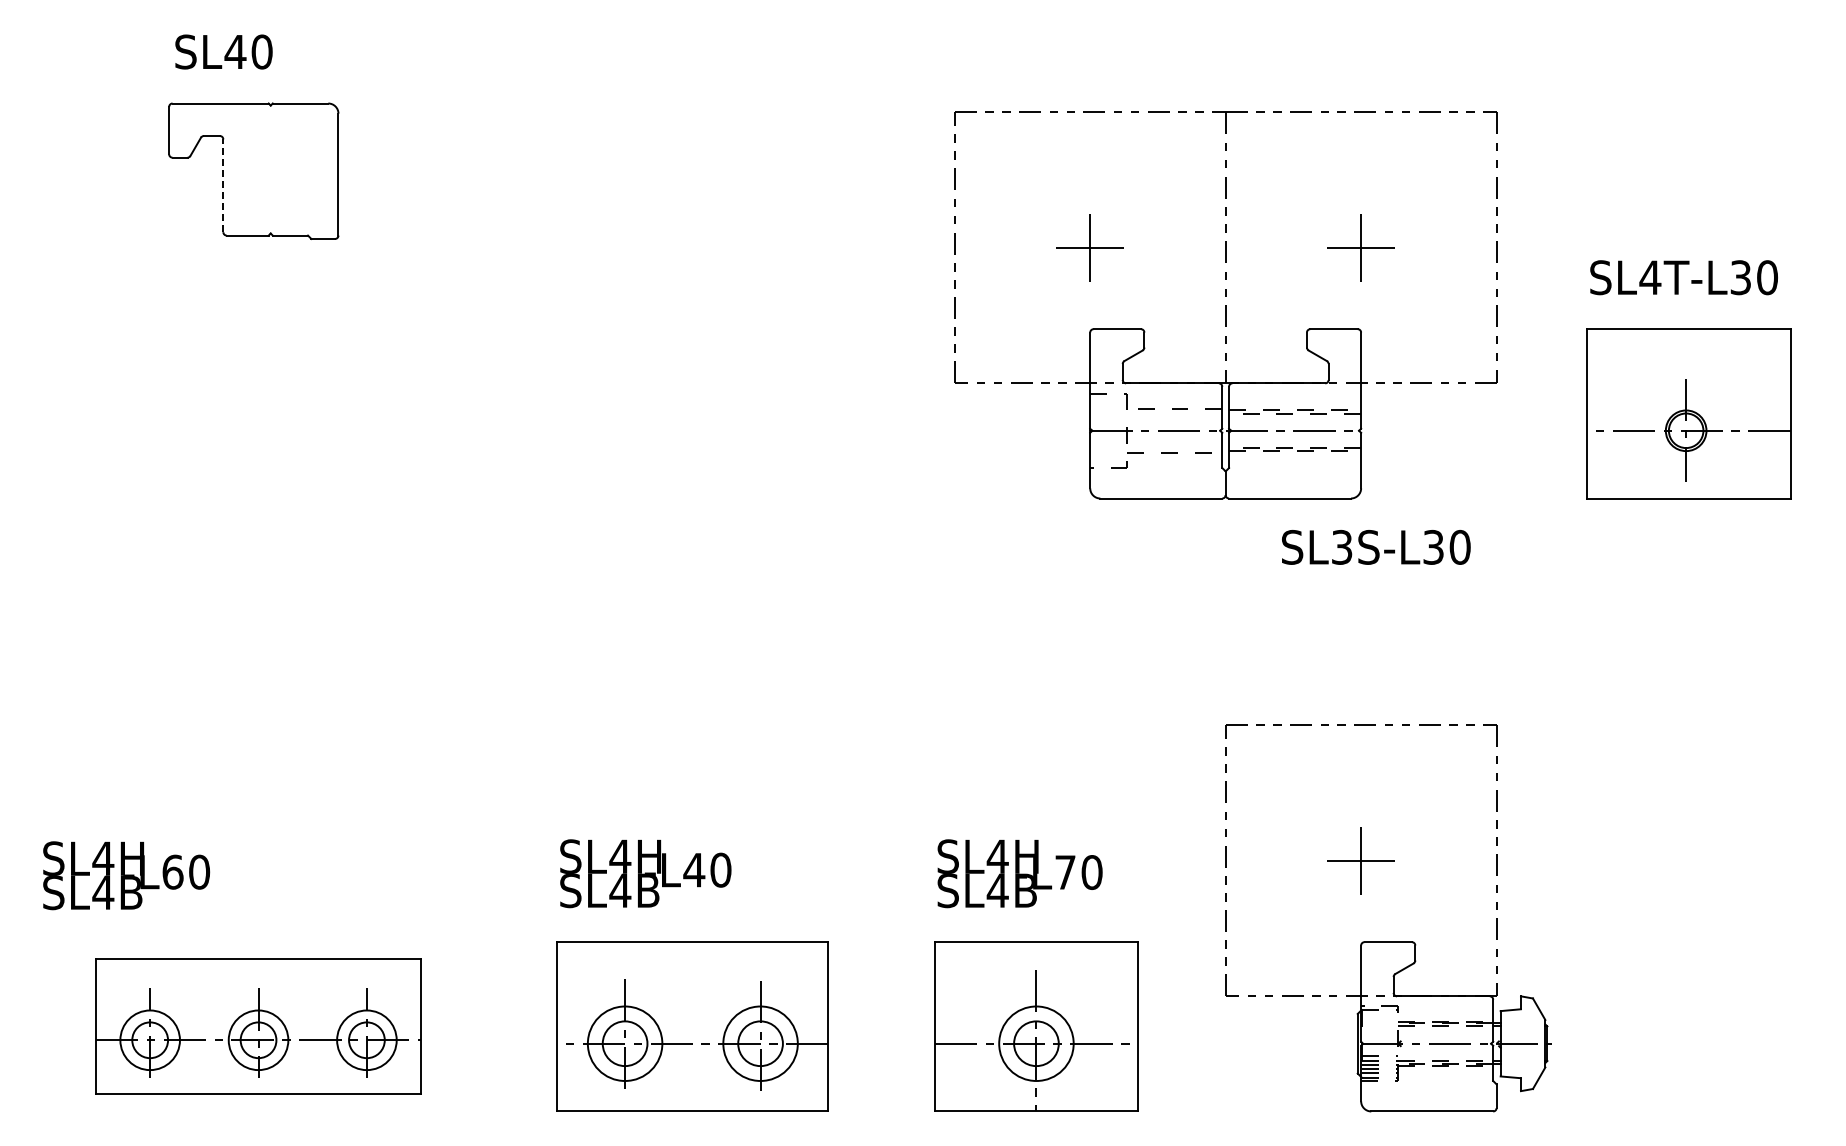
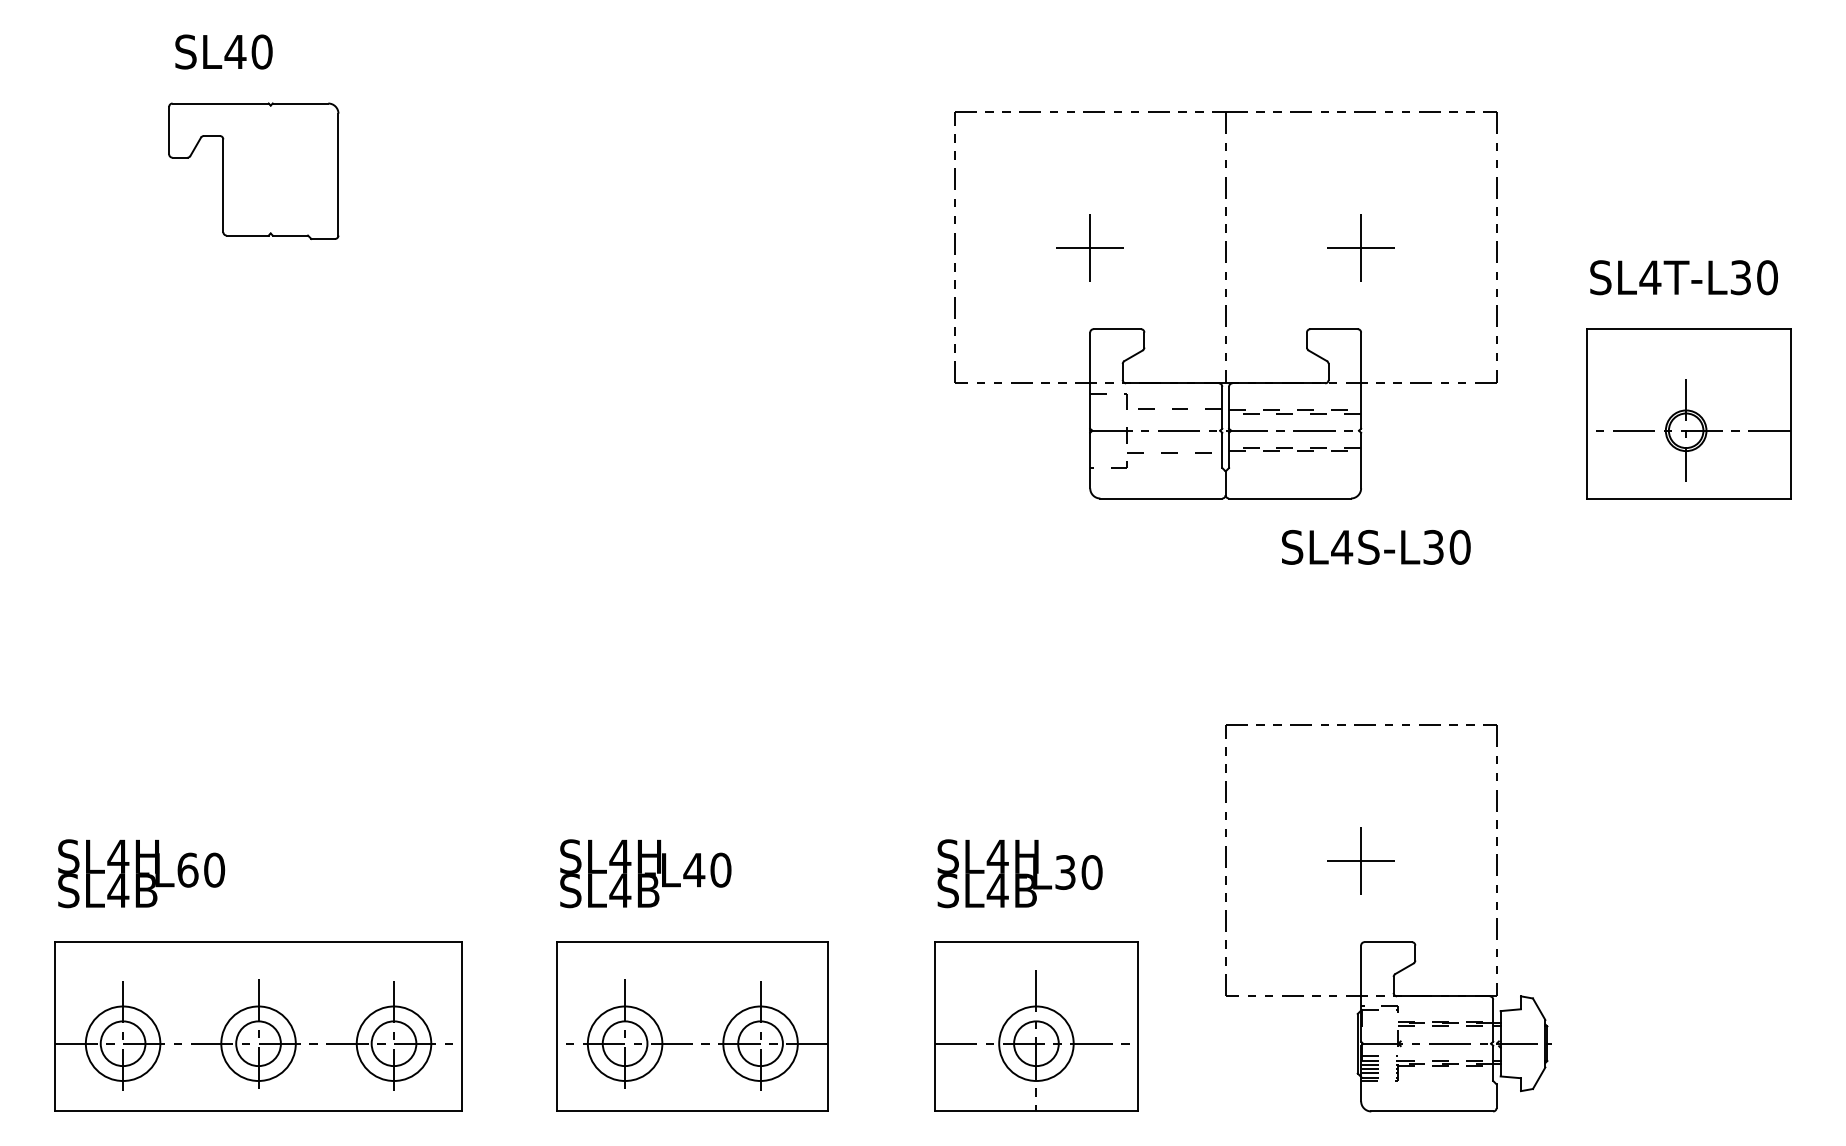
line at (223, 185): dashed -> solid
text at (1342, 546): SL3S-L30 -> SL4S-L30
text at (1065, 872): -L70 -> -L30
text at (126, 875) position: (126, 875) -> (141, 873)
part at (258, 1026) size: 327x137 px -> 409x171 px
